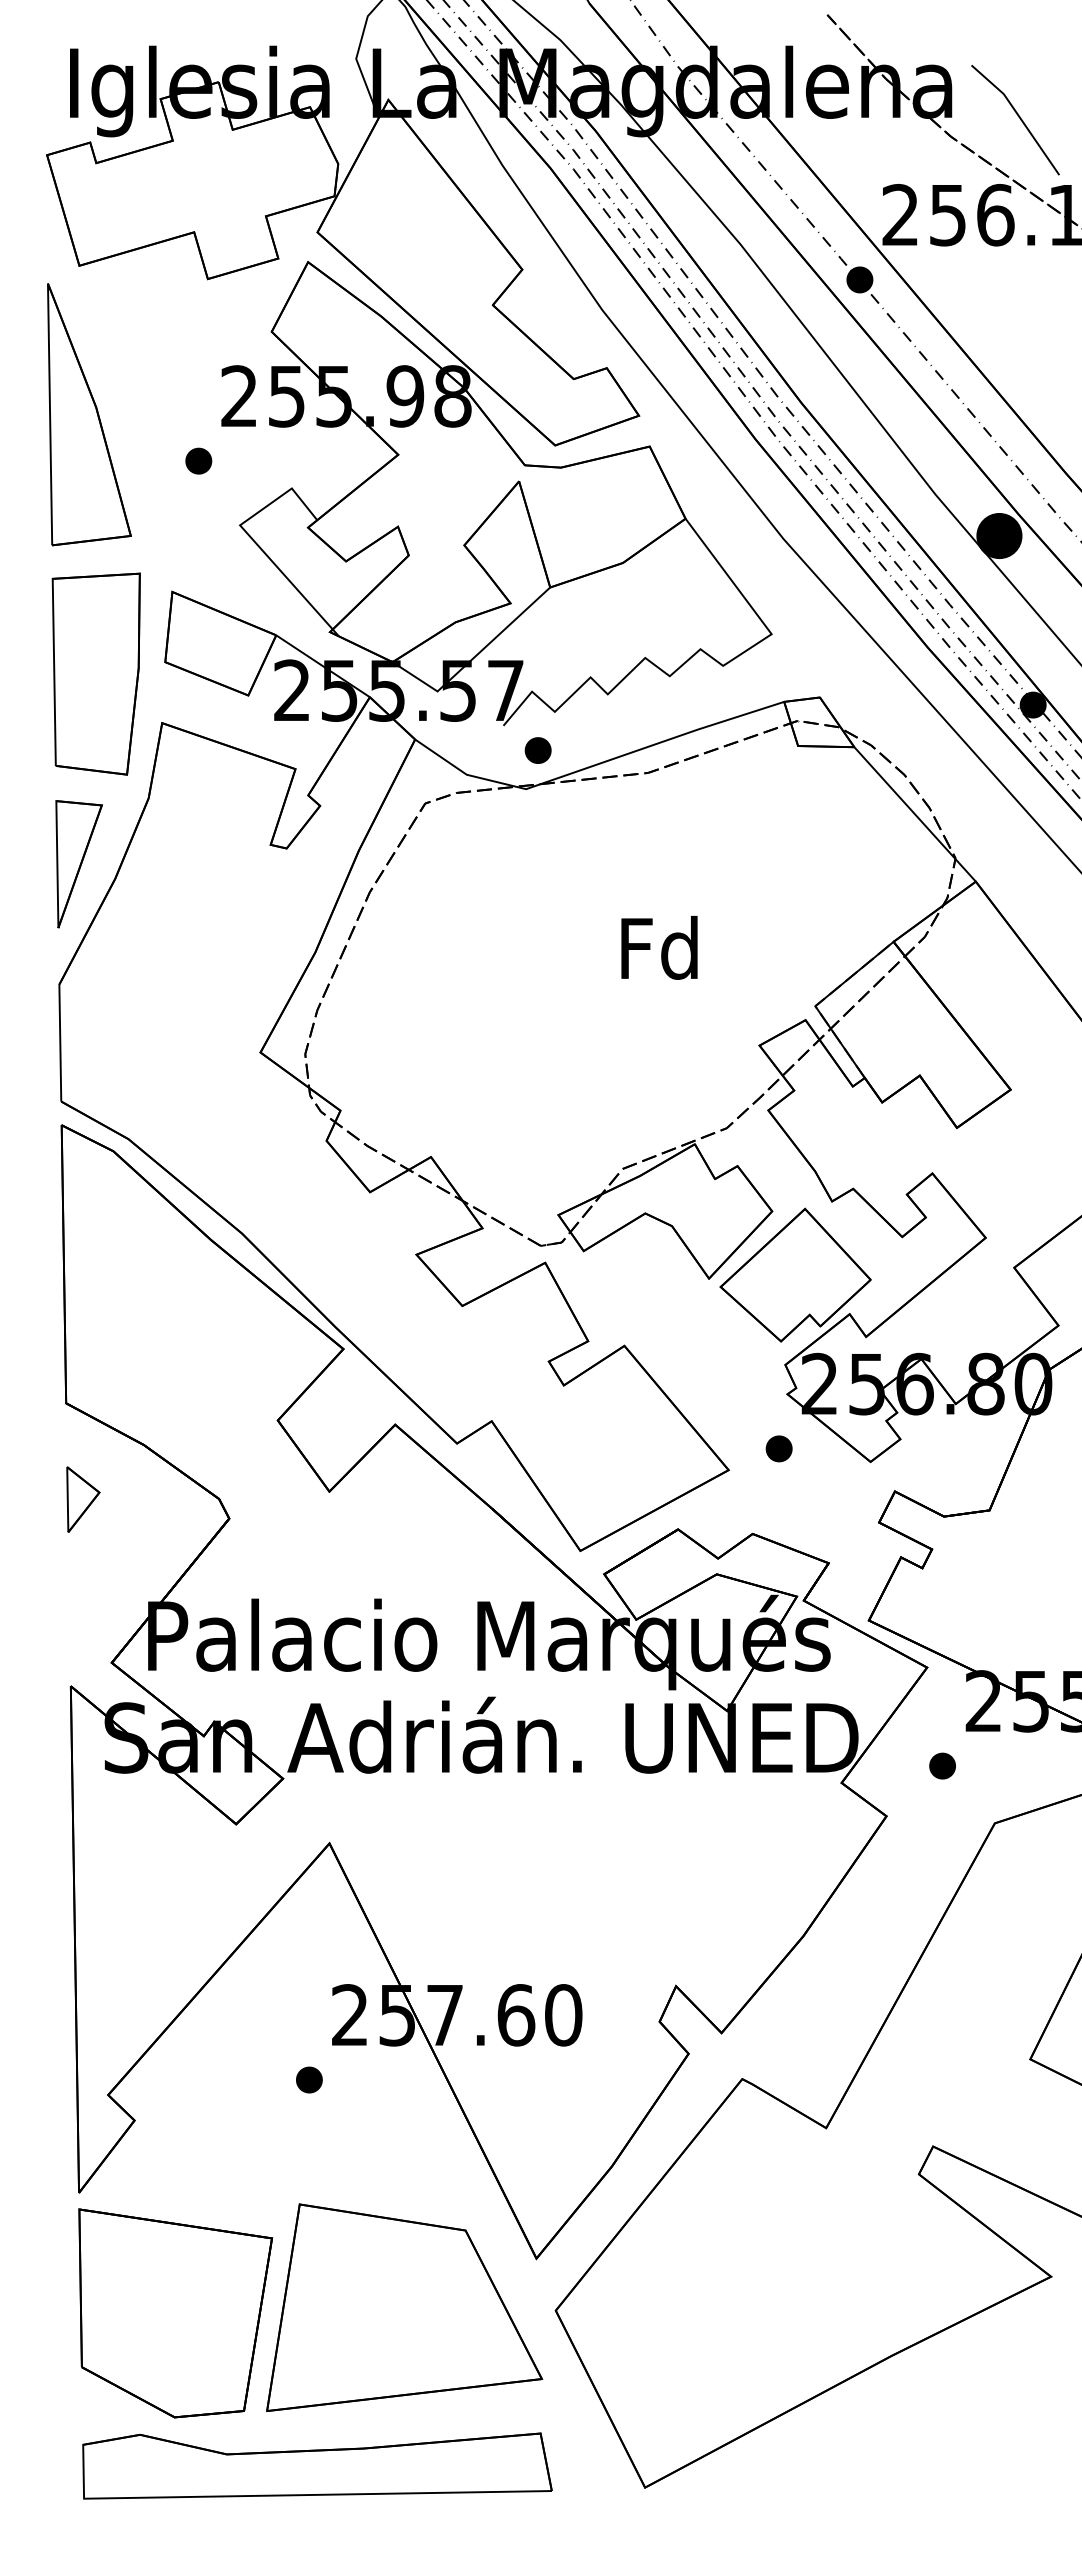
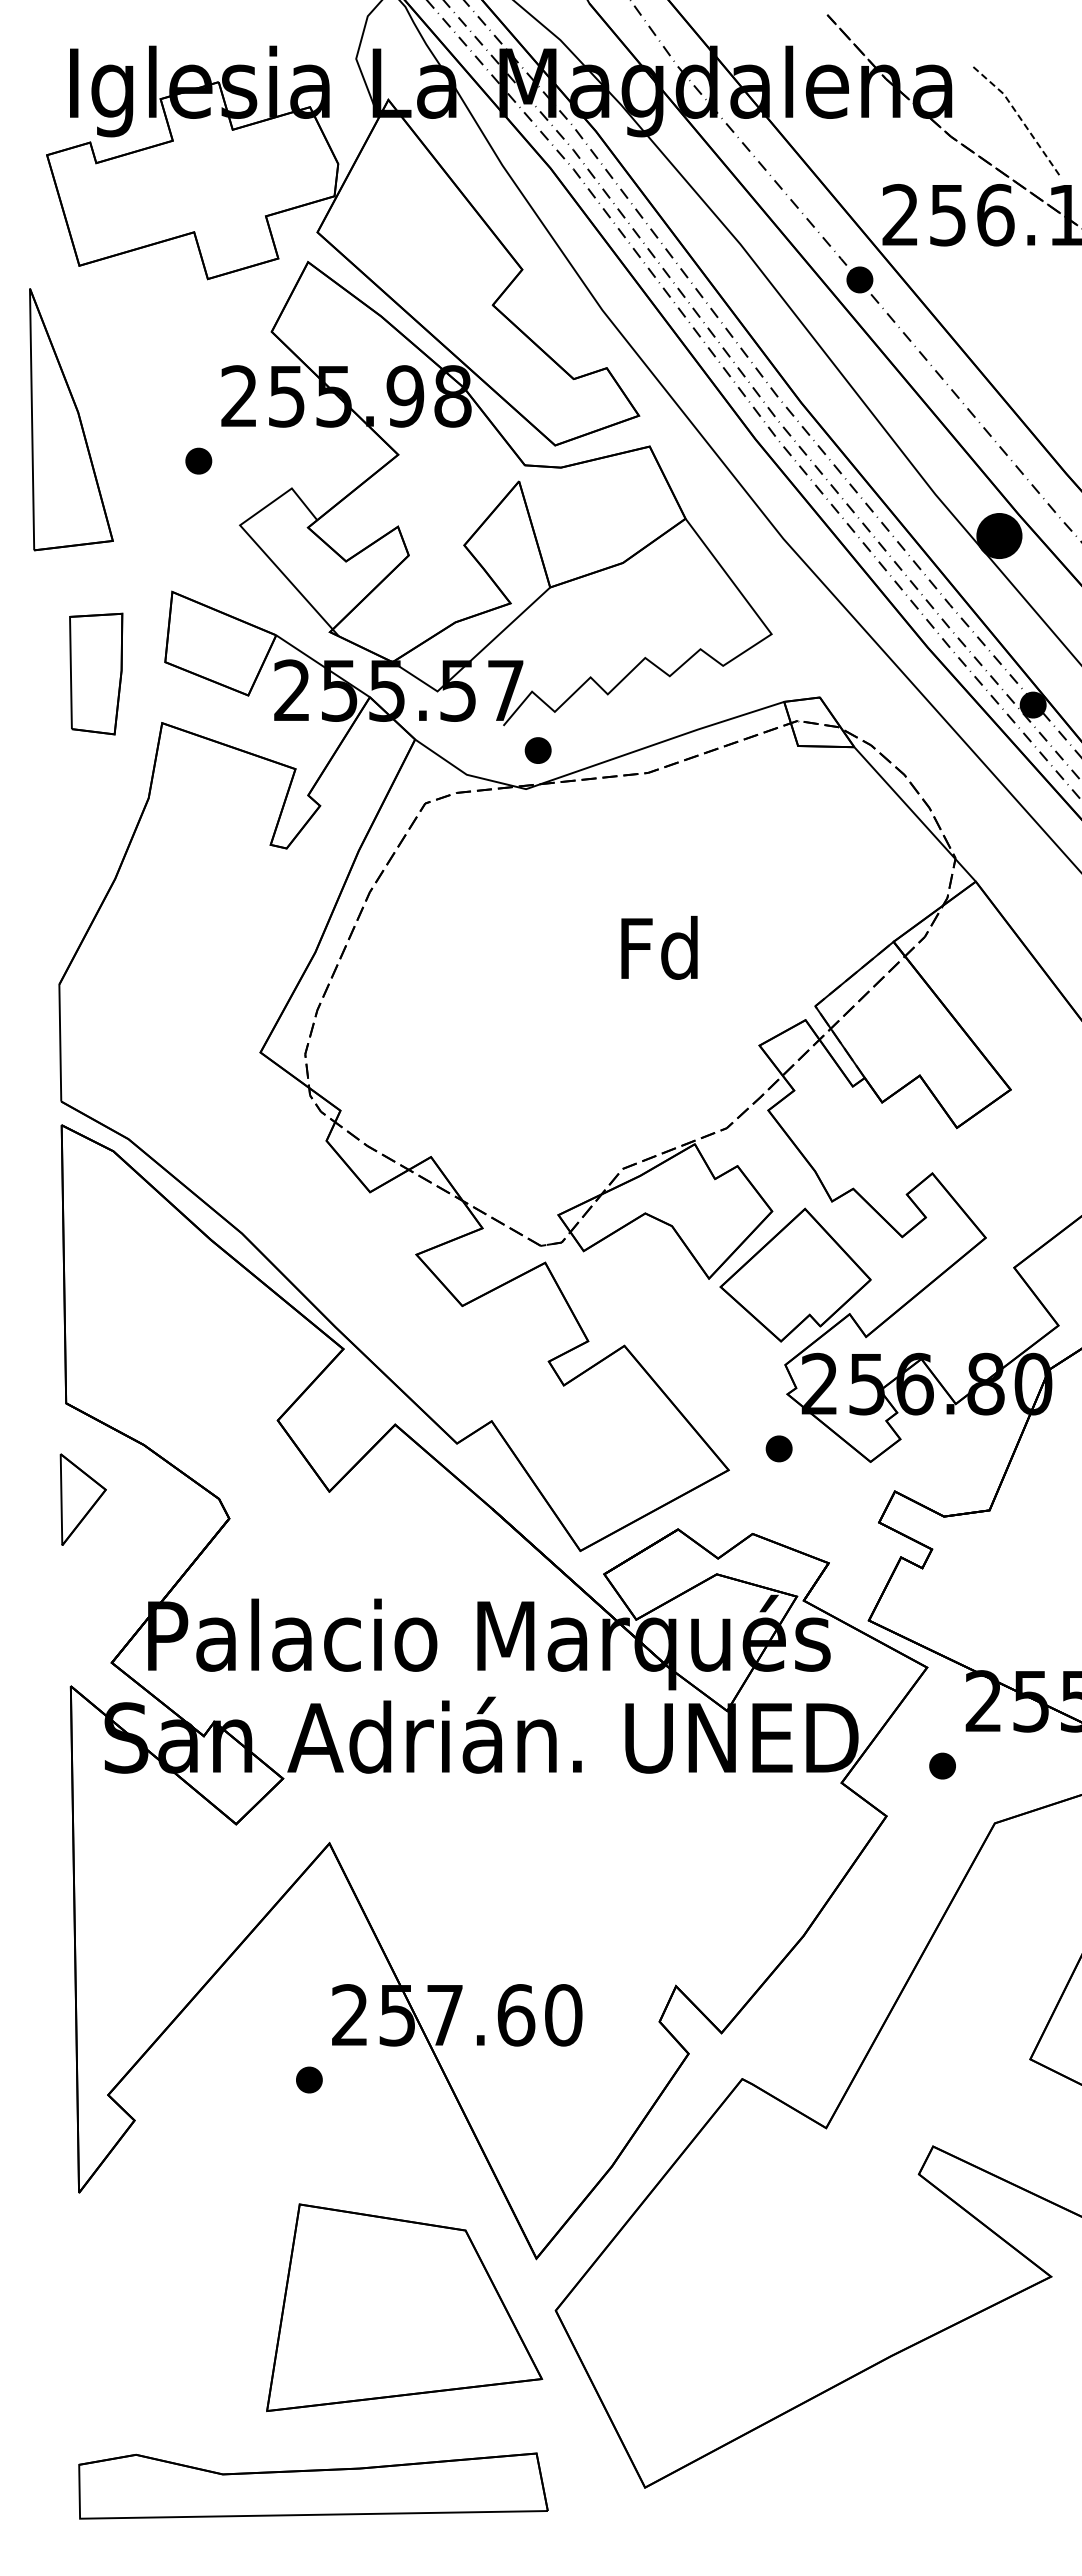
line at (1018, 116): solid -> dashed
part at (89, 414) position: (89, 414) -> (71, 419)
part at (95, 673) size: 90x204 px -> 55x124 px
part at (78, 864): present -> none
part at (83, 1499) size: 35x67 px -> 48x93 px
part at (175, 2313): present -> none
part at (317, 2465) position: (317, 2465) -> (313, 2485)
